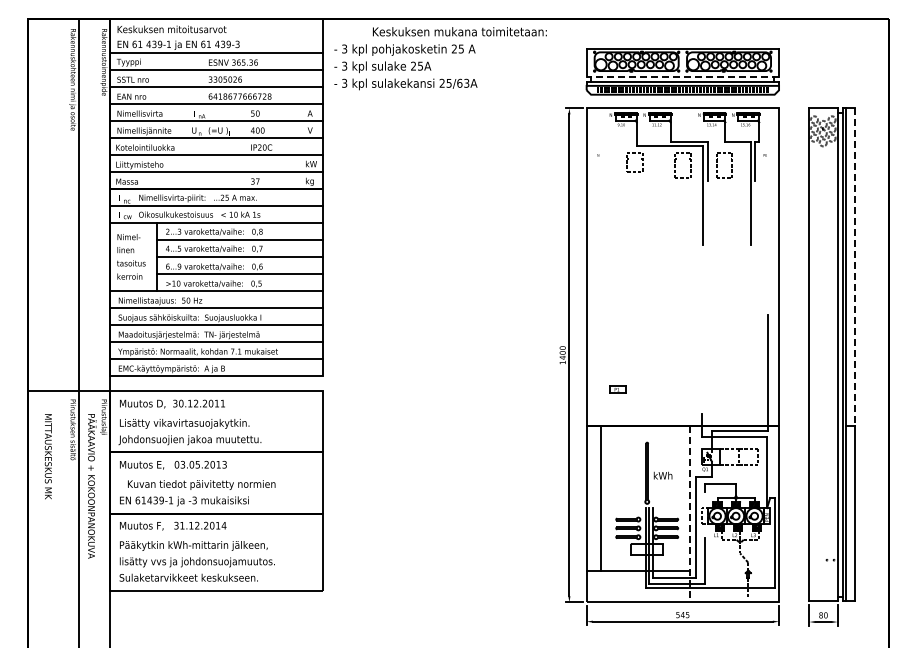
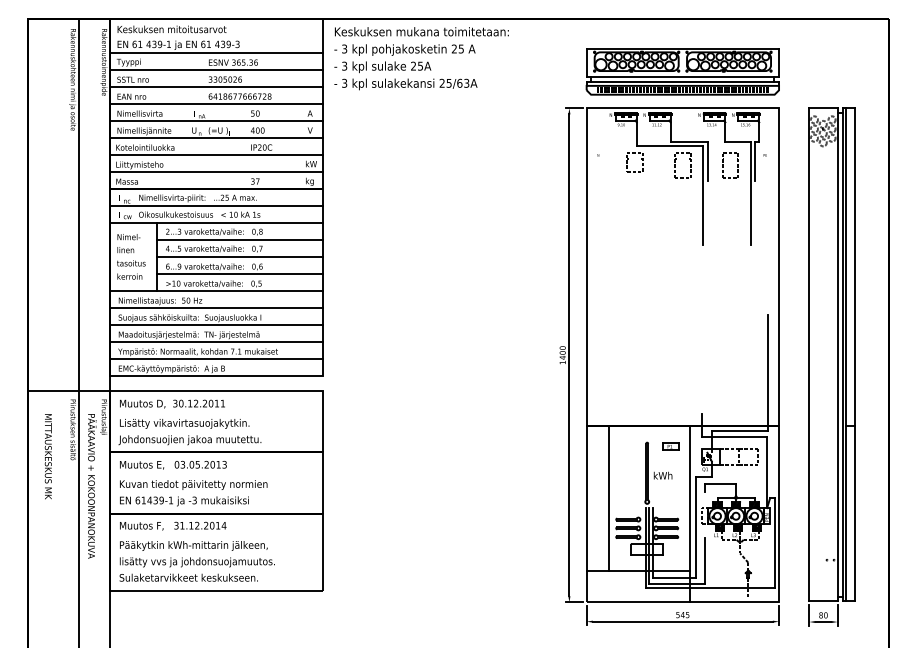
text at (459, 31) position: (459, 31) -> (421, 31)
line at (682, 77): dashed -> solid
part at (717, 165) position: (717, 165) -> (723, 165)
line at (855, 267): dashed -> solid
part at (617, 389) position: (617, 389) -> (670, 446)
text at (201, 484) position: (201, 484) -> (193, 484)
line at (600, 497) position: (600, 497) -> (608, 497)
line at (689, 514): dashed -> solid
